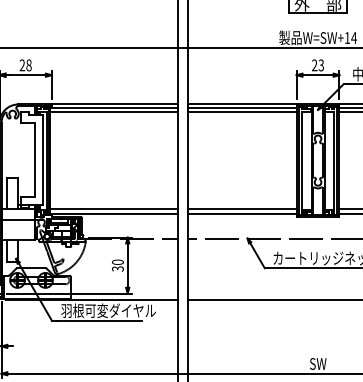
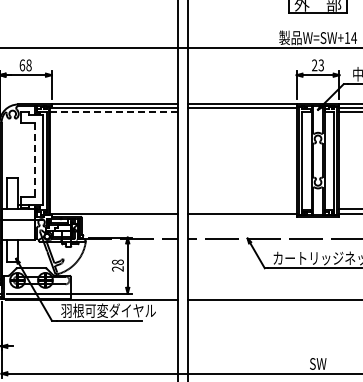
text at (22, 65): 28 -> 68
line at (114, 112): solid -> dashed
line at (242, 112): present -> none
line at (35, 160): solid -> dashed
line at (114, 209): present -> none
line at (242, 209): present -> none
text at (117, 265): 30 -> 28
